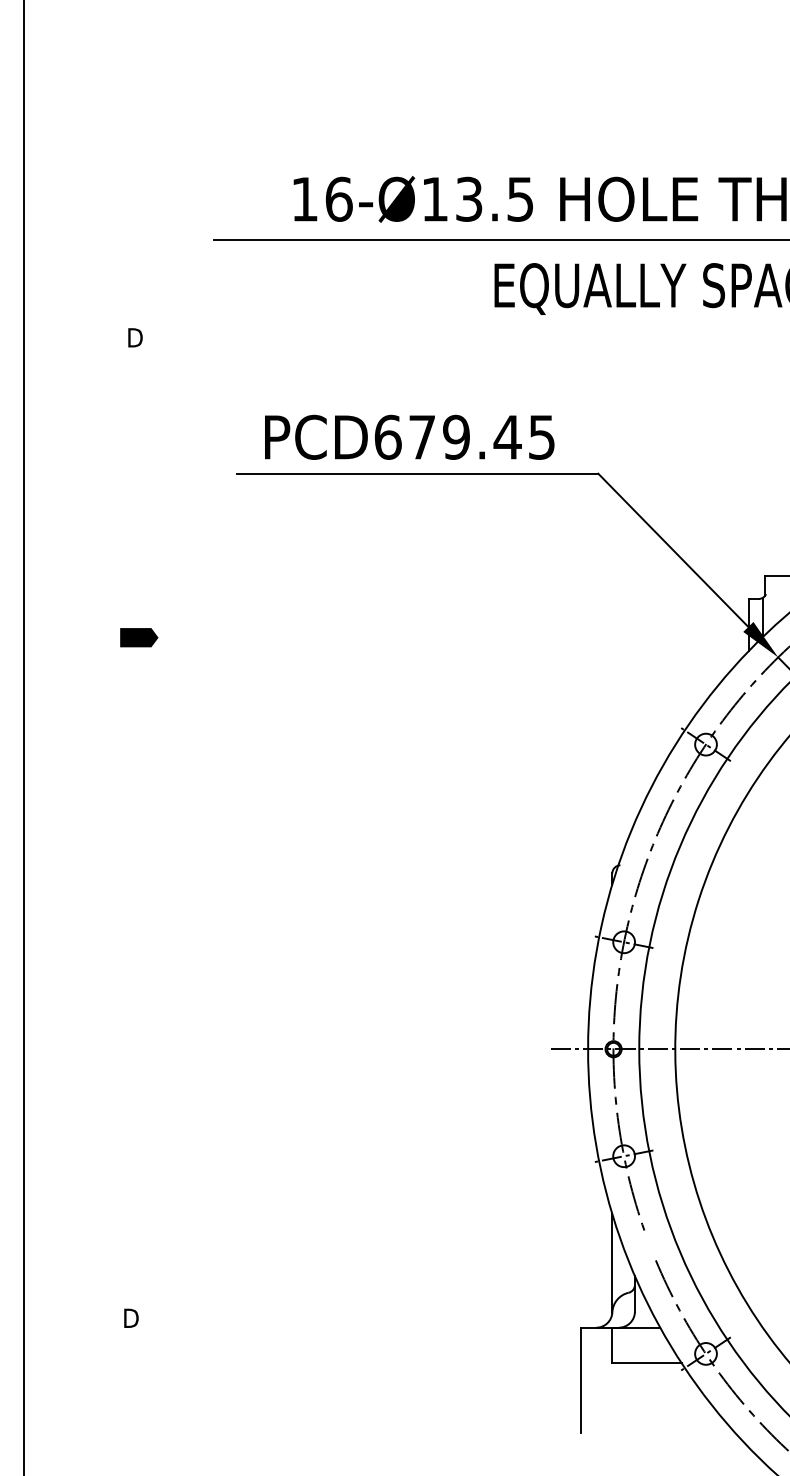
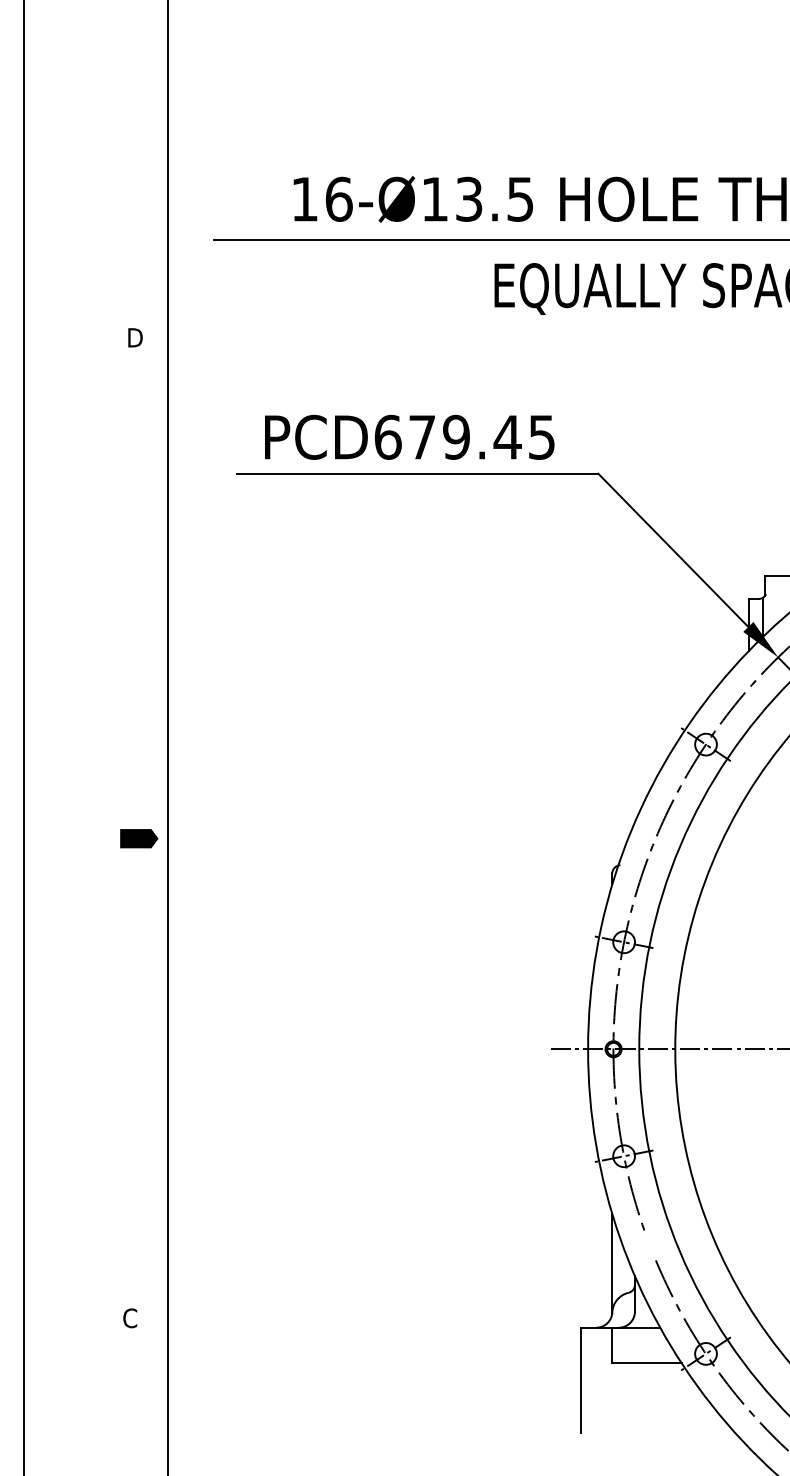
line at (139, 637) position: (139, 637) -> (139, 838)
line at (168, 737): none -> present
text at (130, 1318): D -> C
